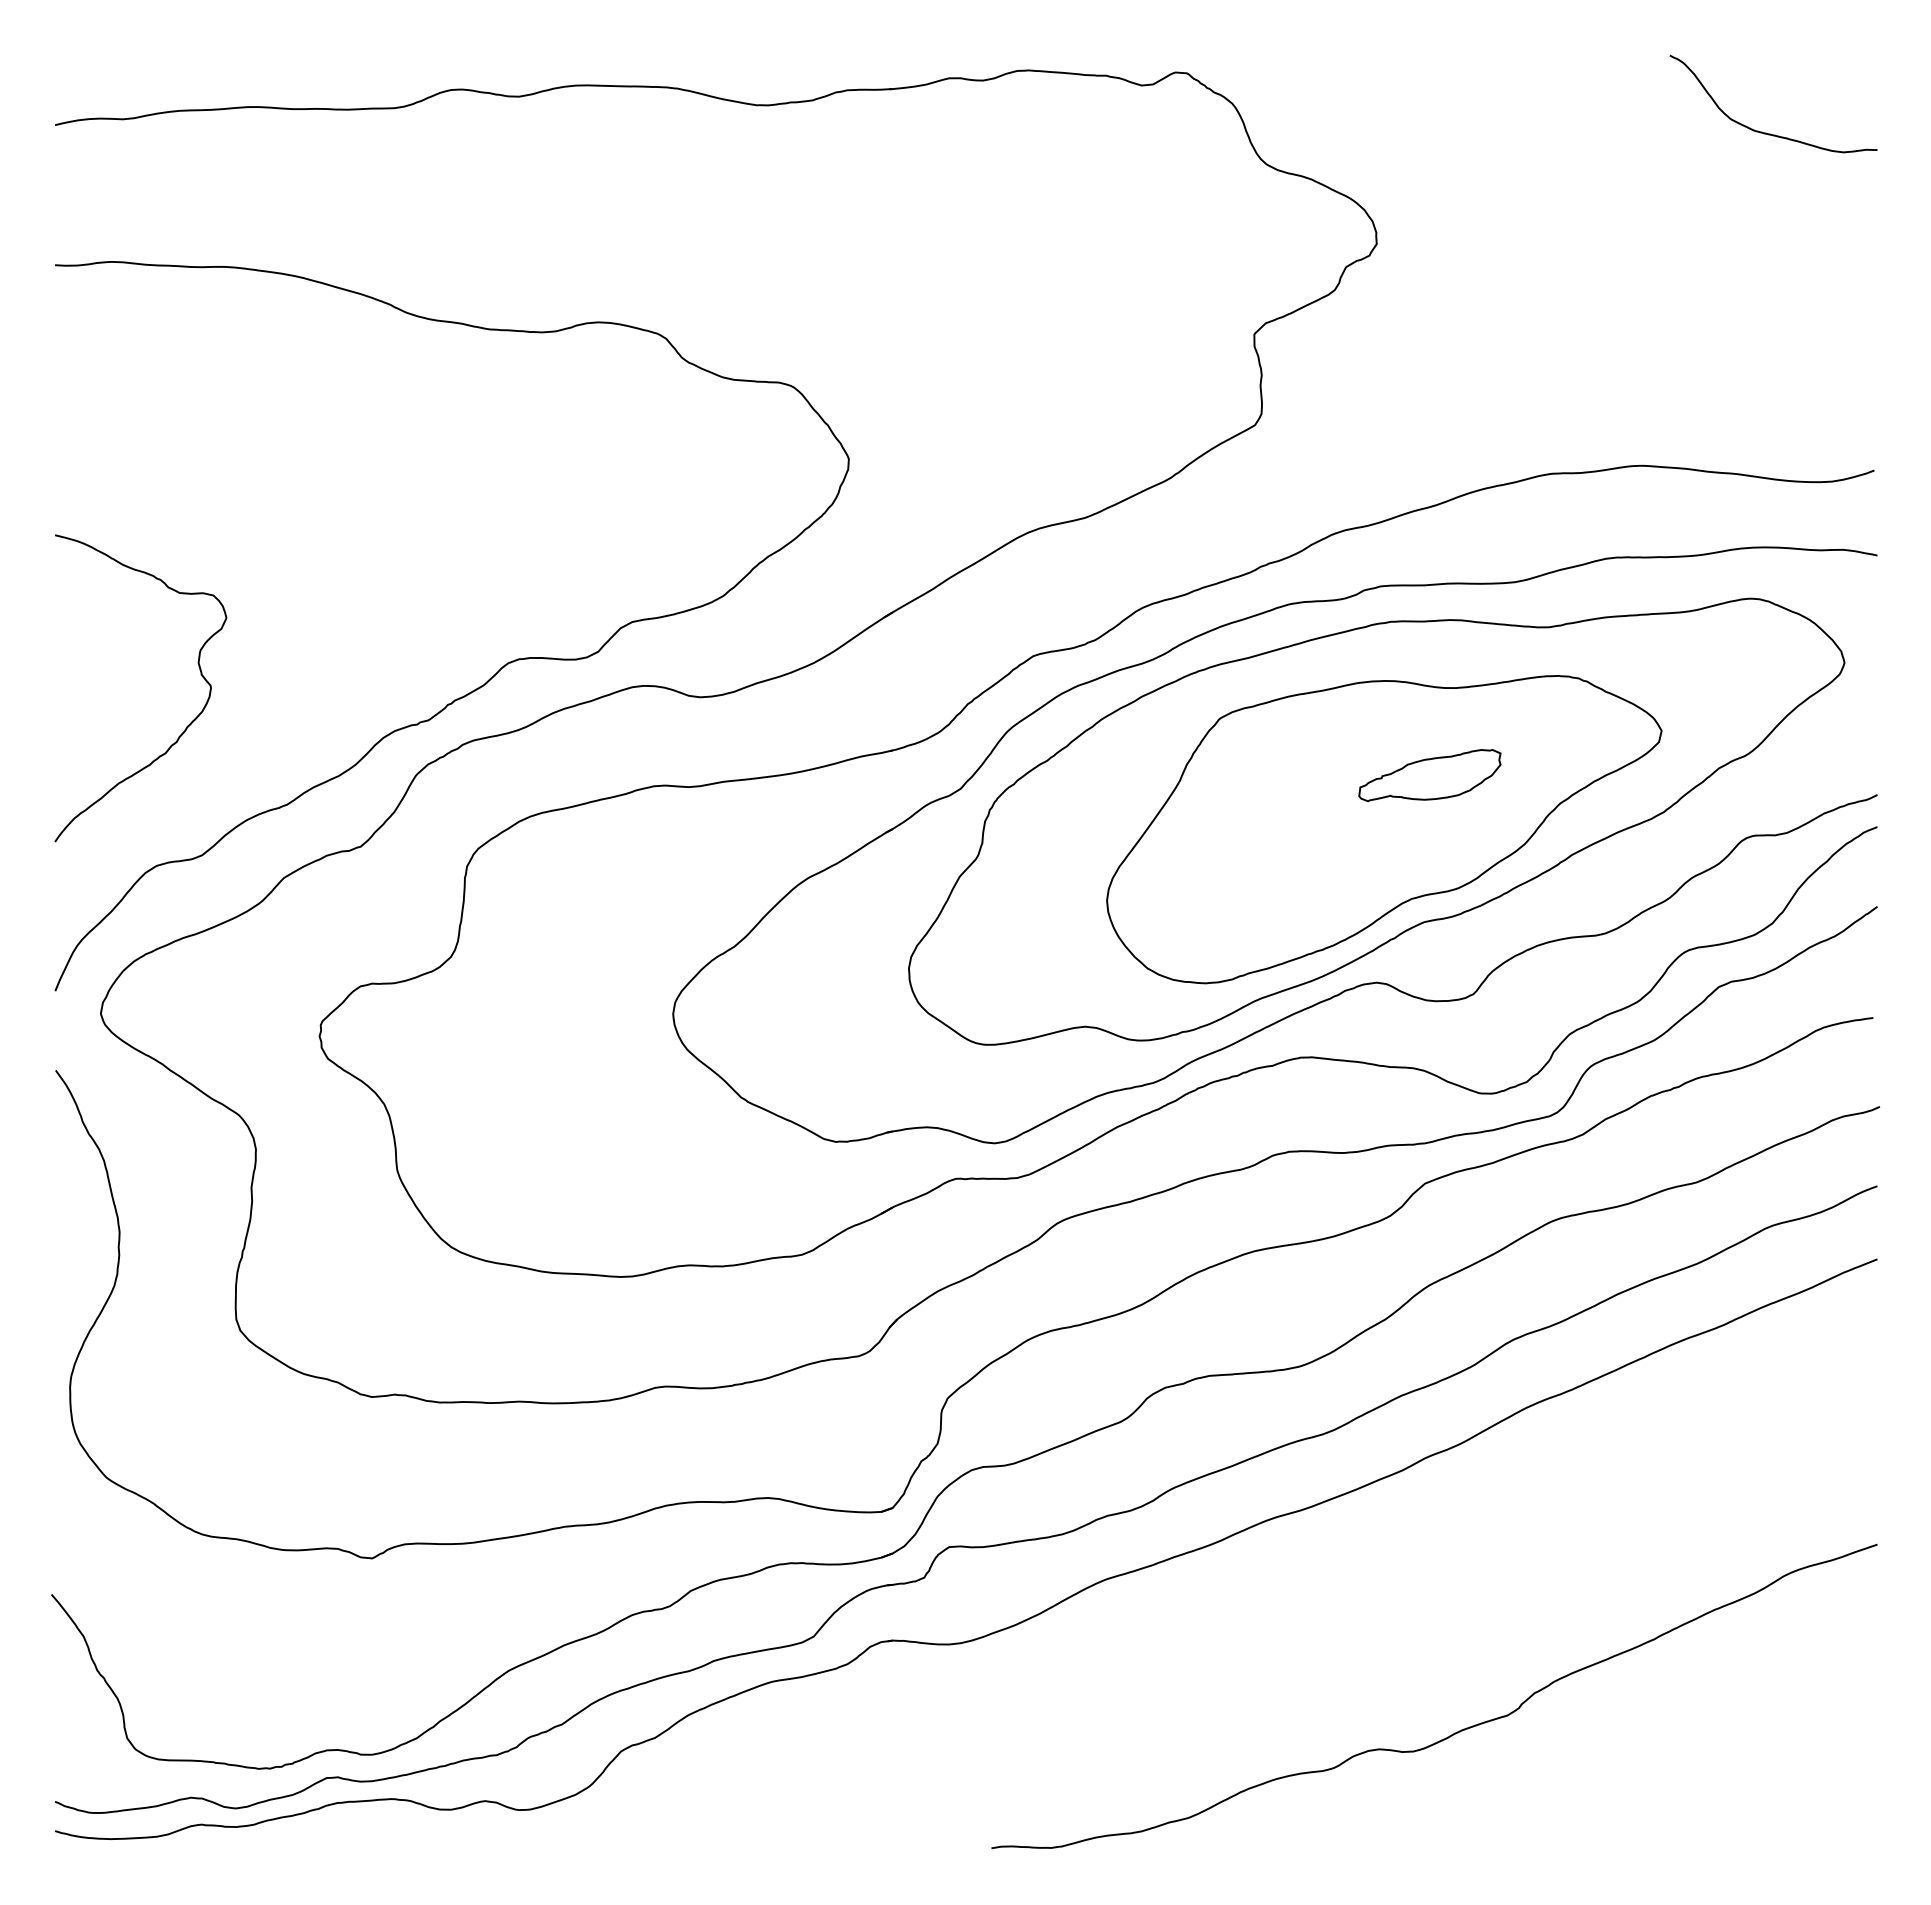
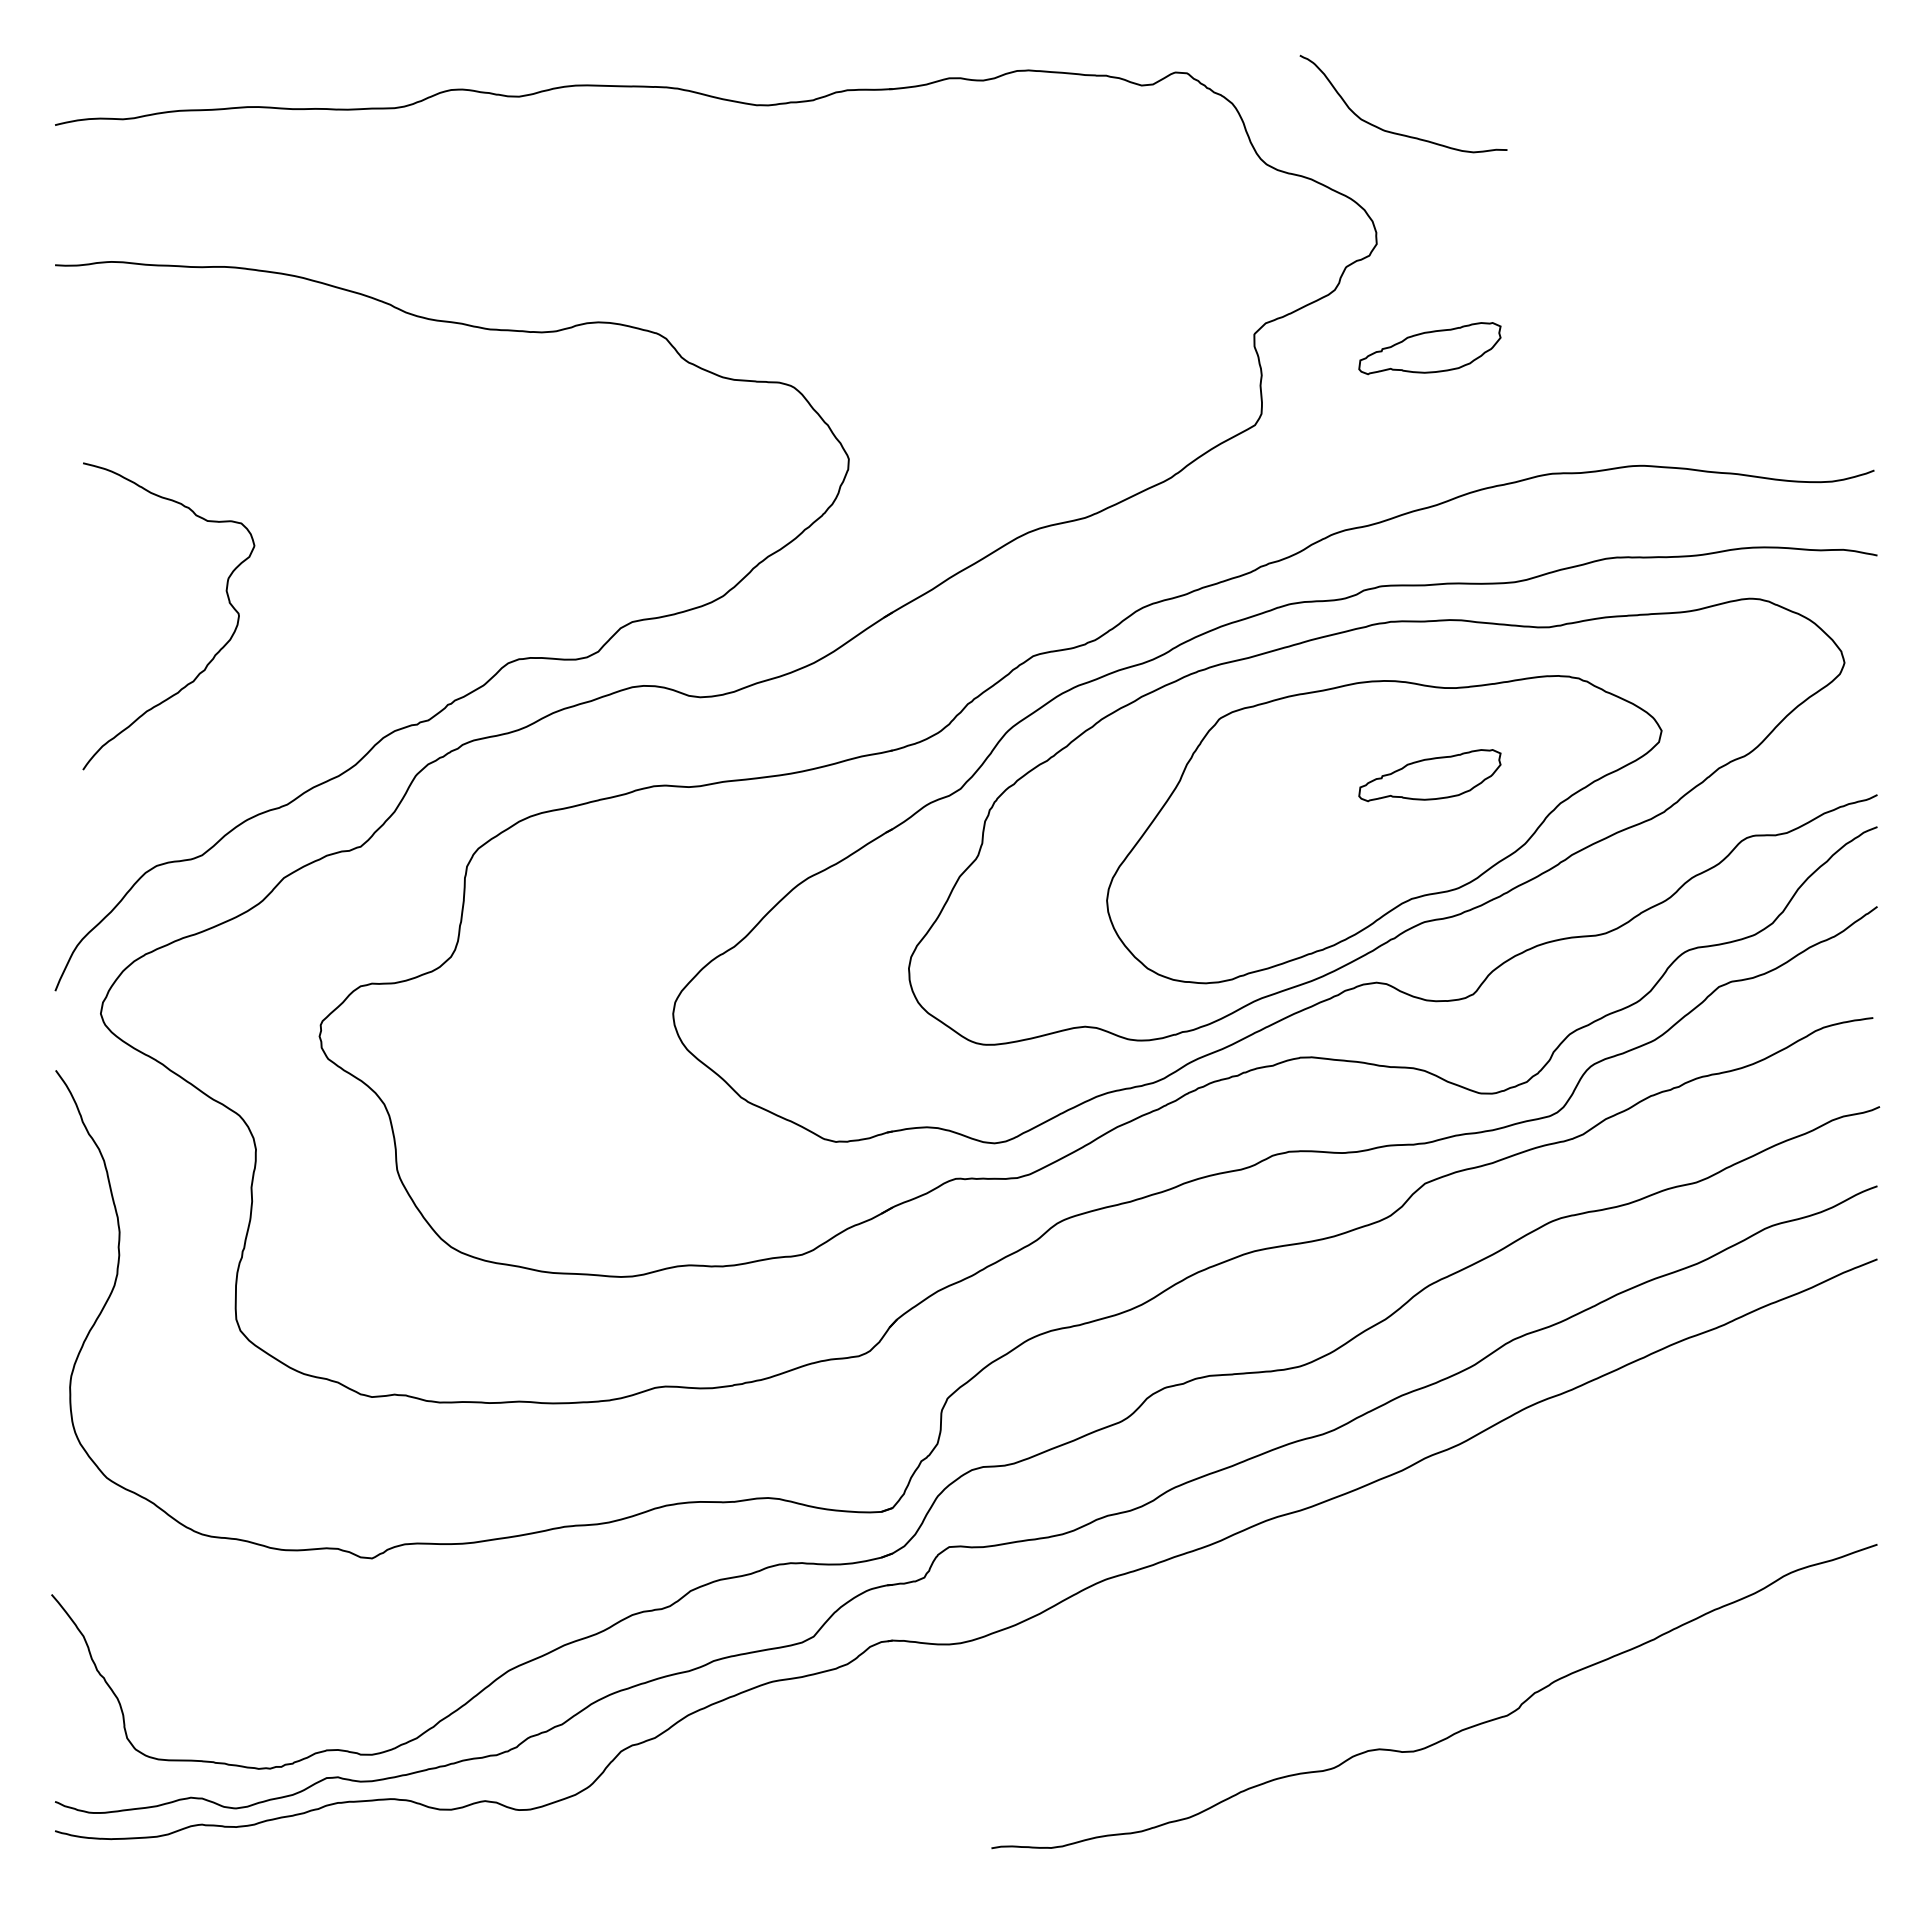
curve at (1766, 132) position: (1766, 132) -> (1396, 132)
part at (1429, 348): none -> present
curve at (186, 726) position: (186, 726) -> (214, 654)
